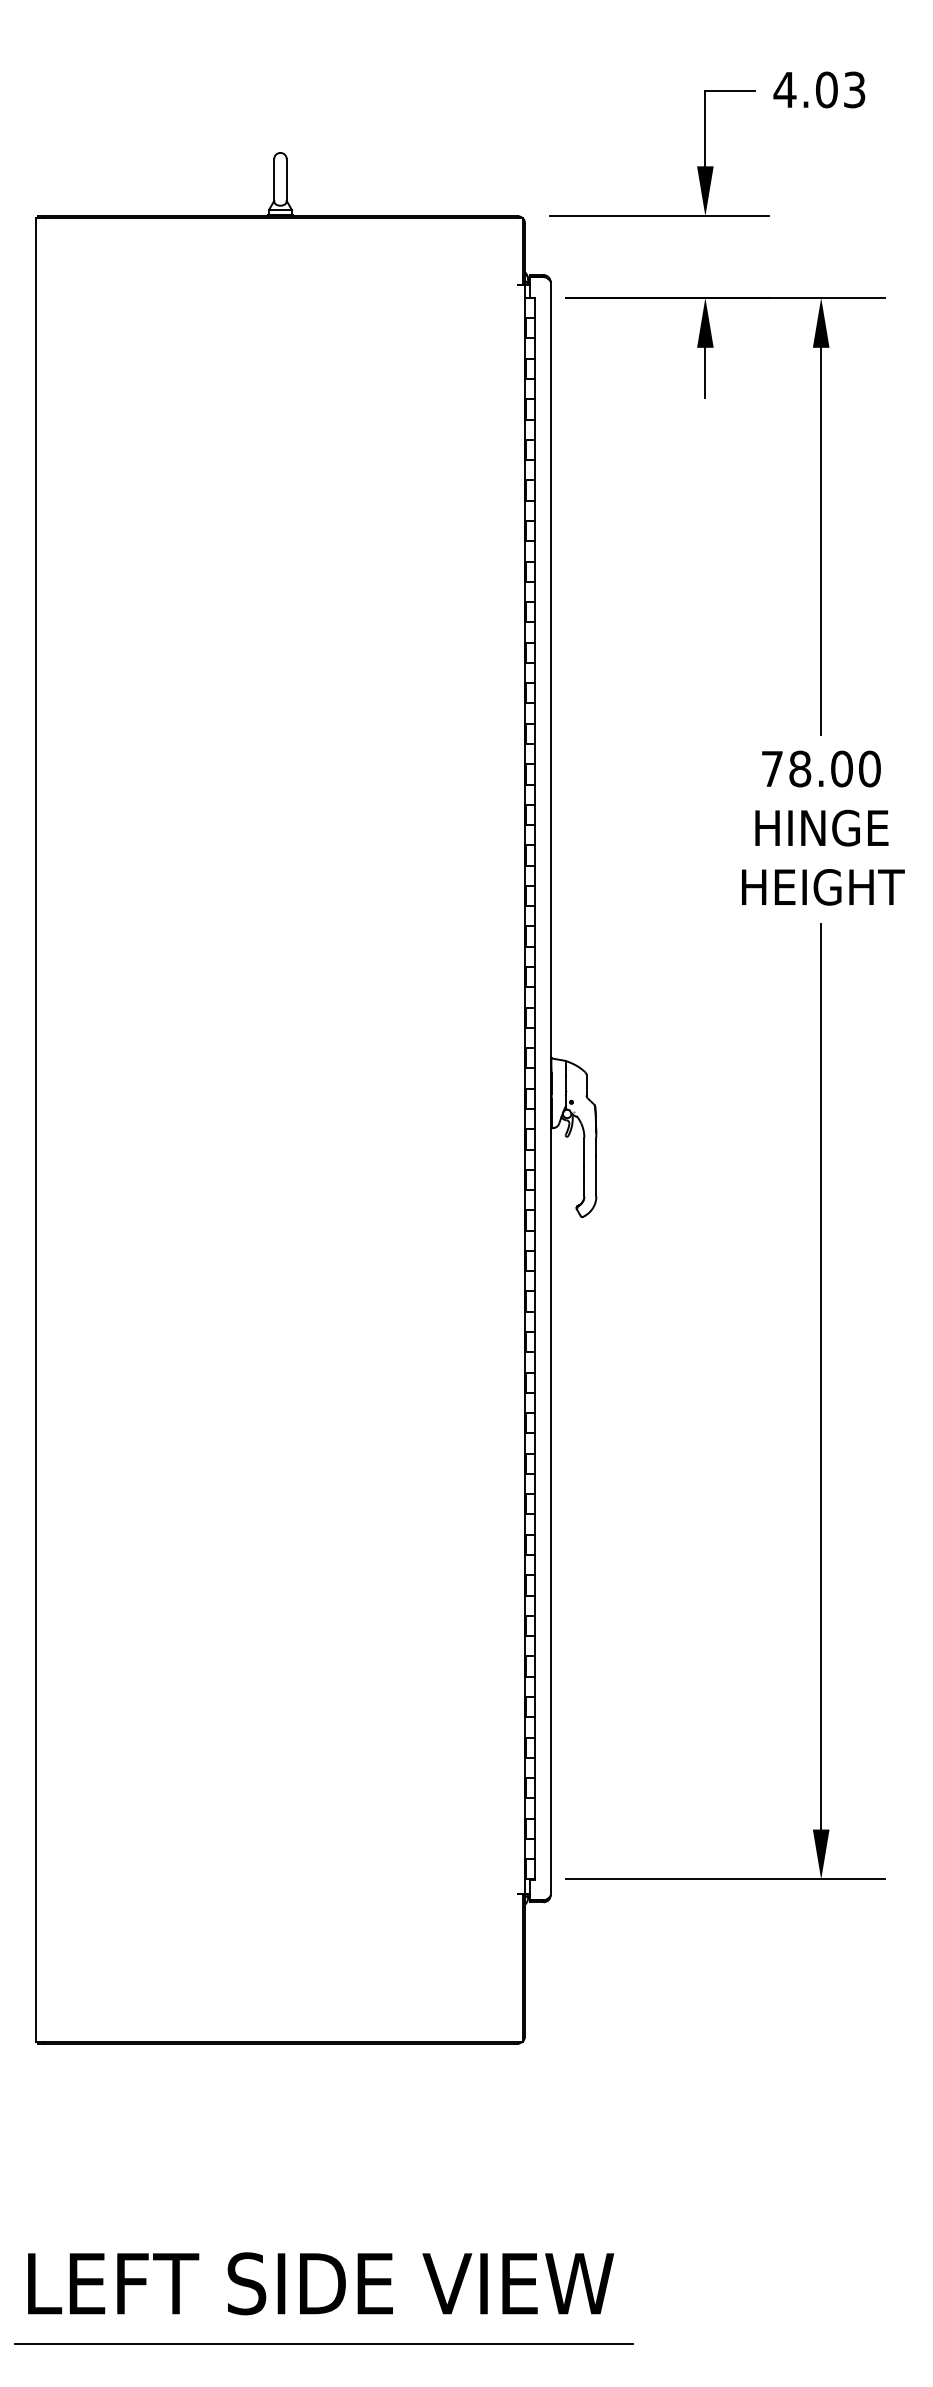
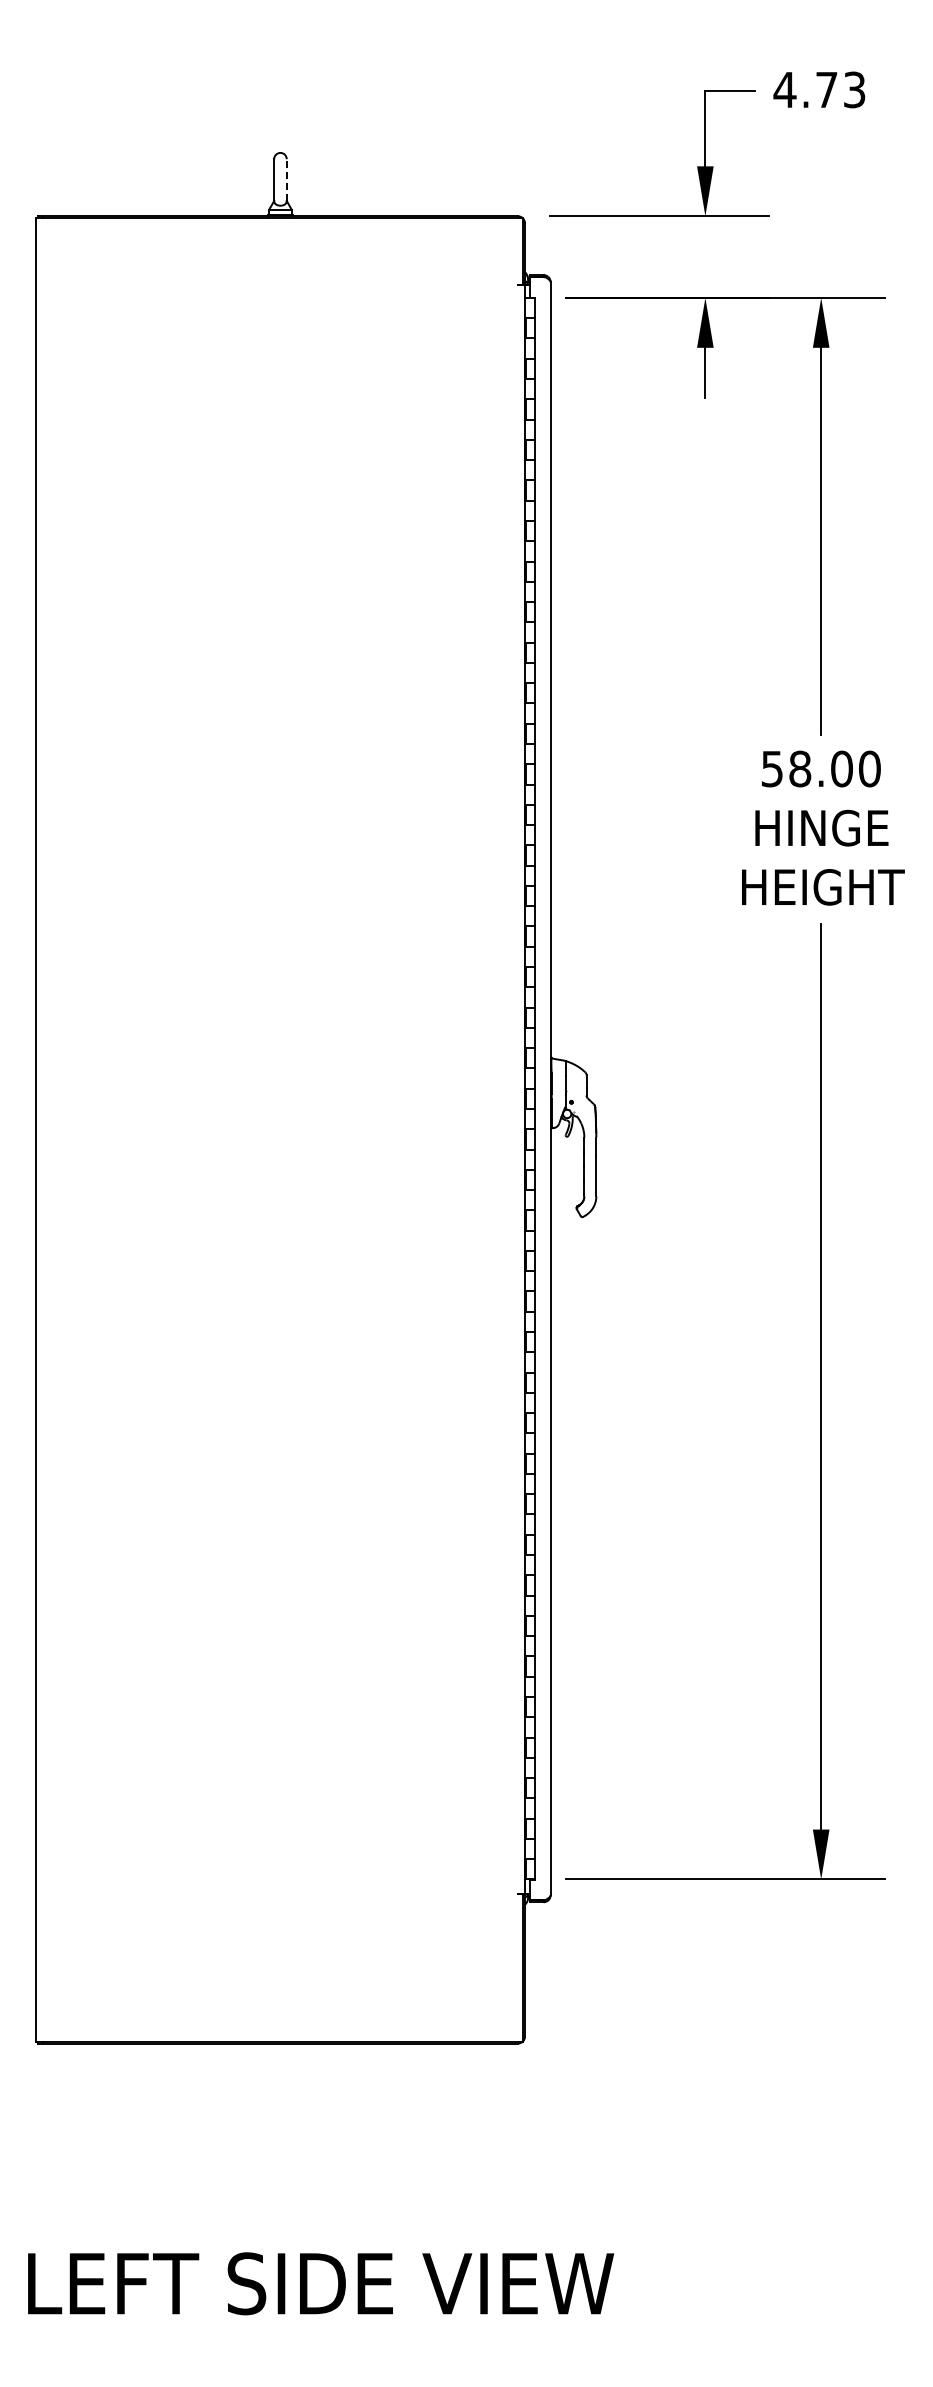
text at (826, 89): 4.03 -> 4.73
line at (286, 180): solid -> dashed
text at (772, 769): 78.00 -> 58.00
line at (323, 2344): present -> none
